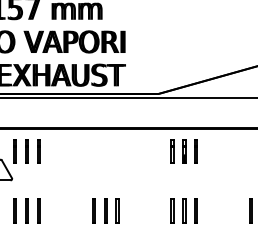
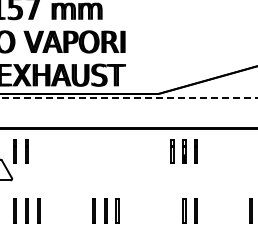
line at (129, 98): solid -> dashed
line at (38, 151): present -> none
line at (171, 210): present -> none
